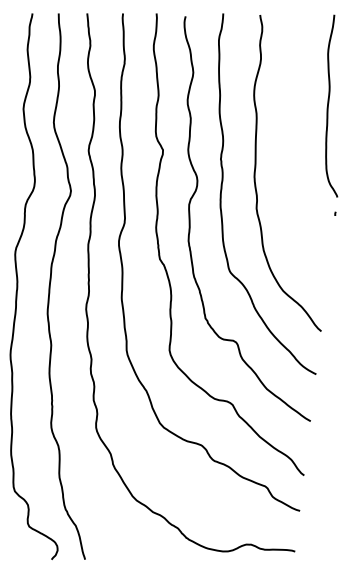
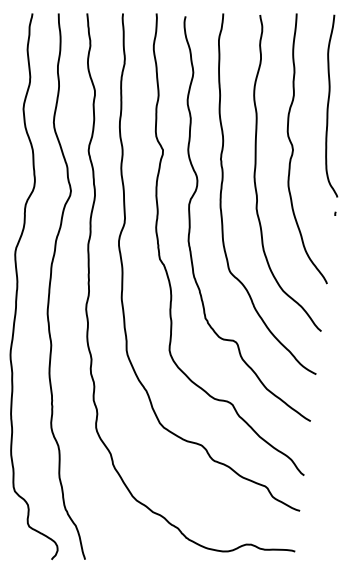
curve at (293, 148): none -> present
